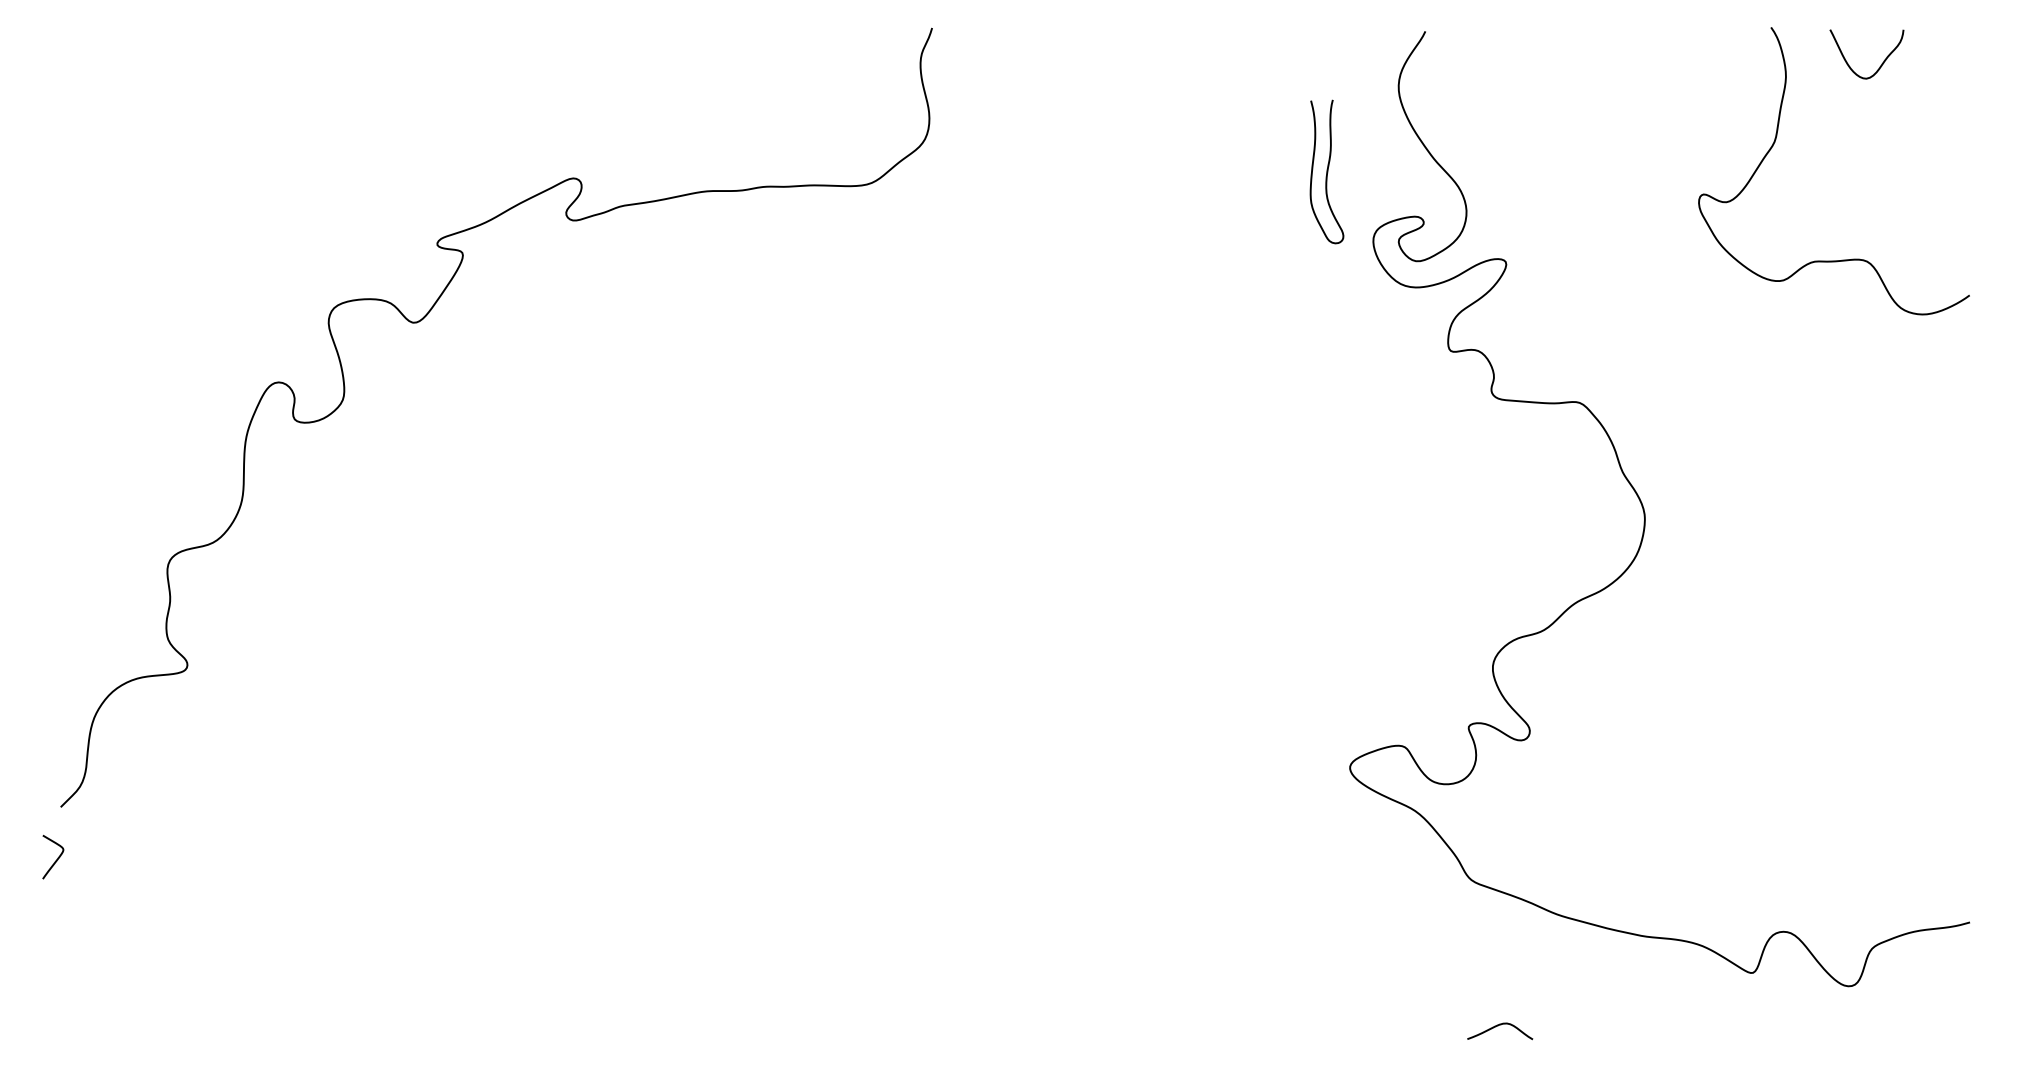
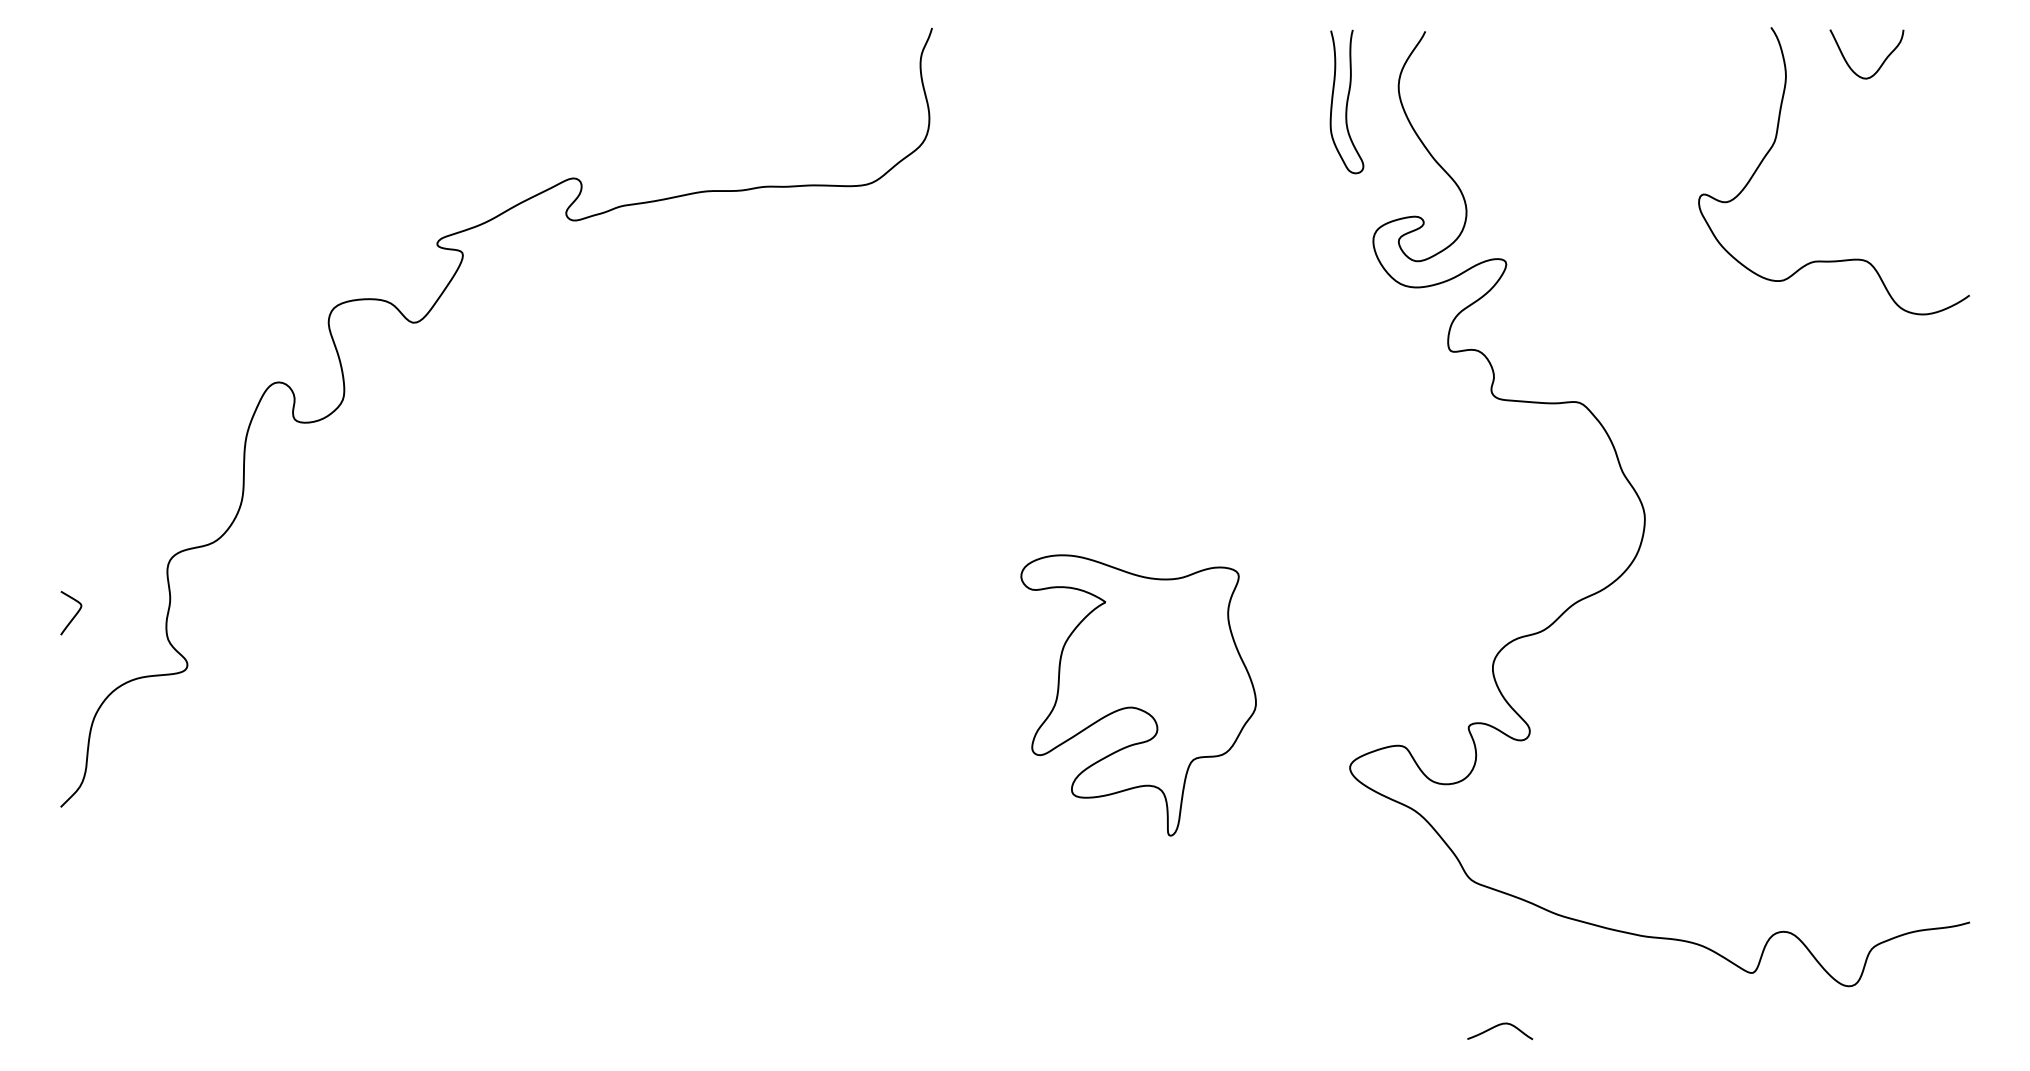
curve at (1326, 171) position: (1326, 171) -> (1346, 101)
part at (1138, 695): none -> present
curve at (56, 859) position: (56, 859) -> (74, 615)
